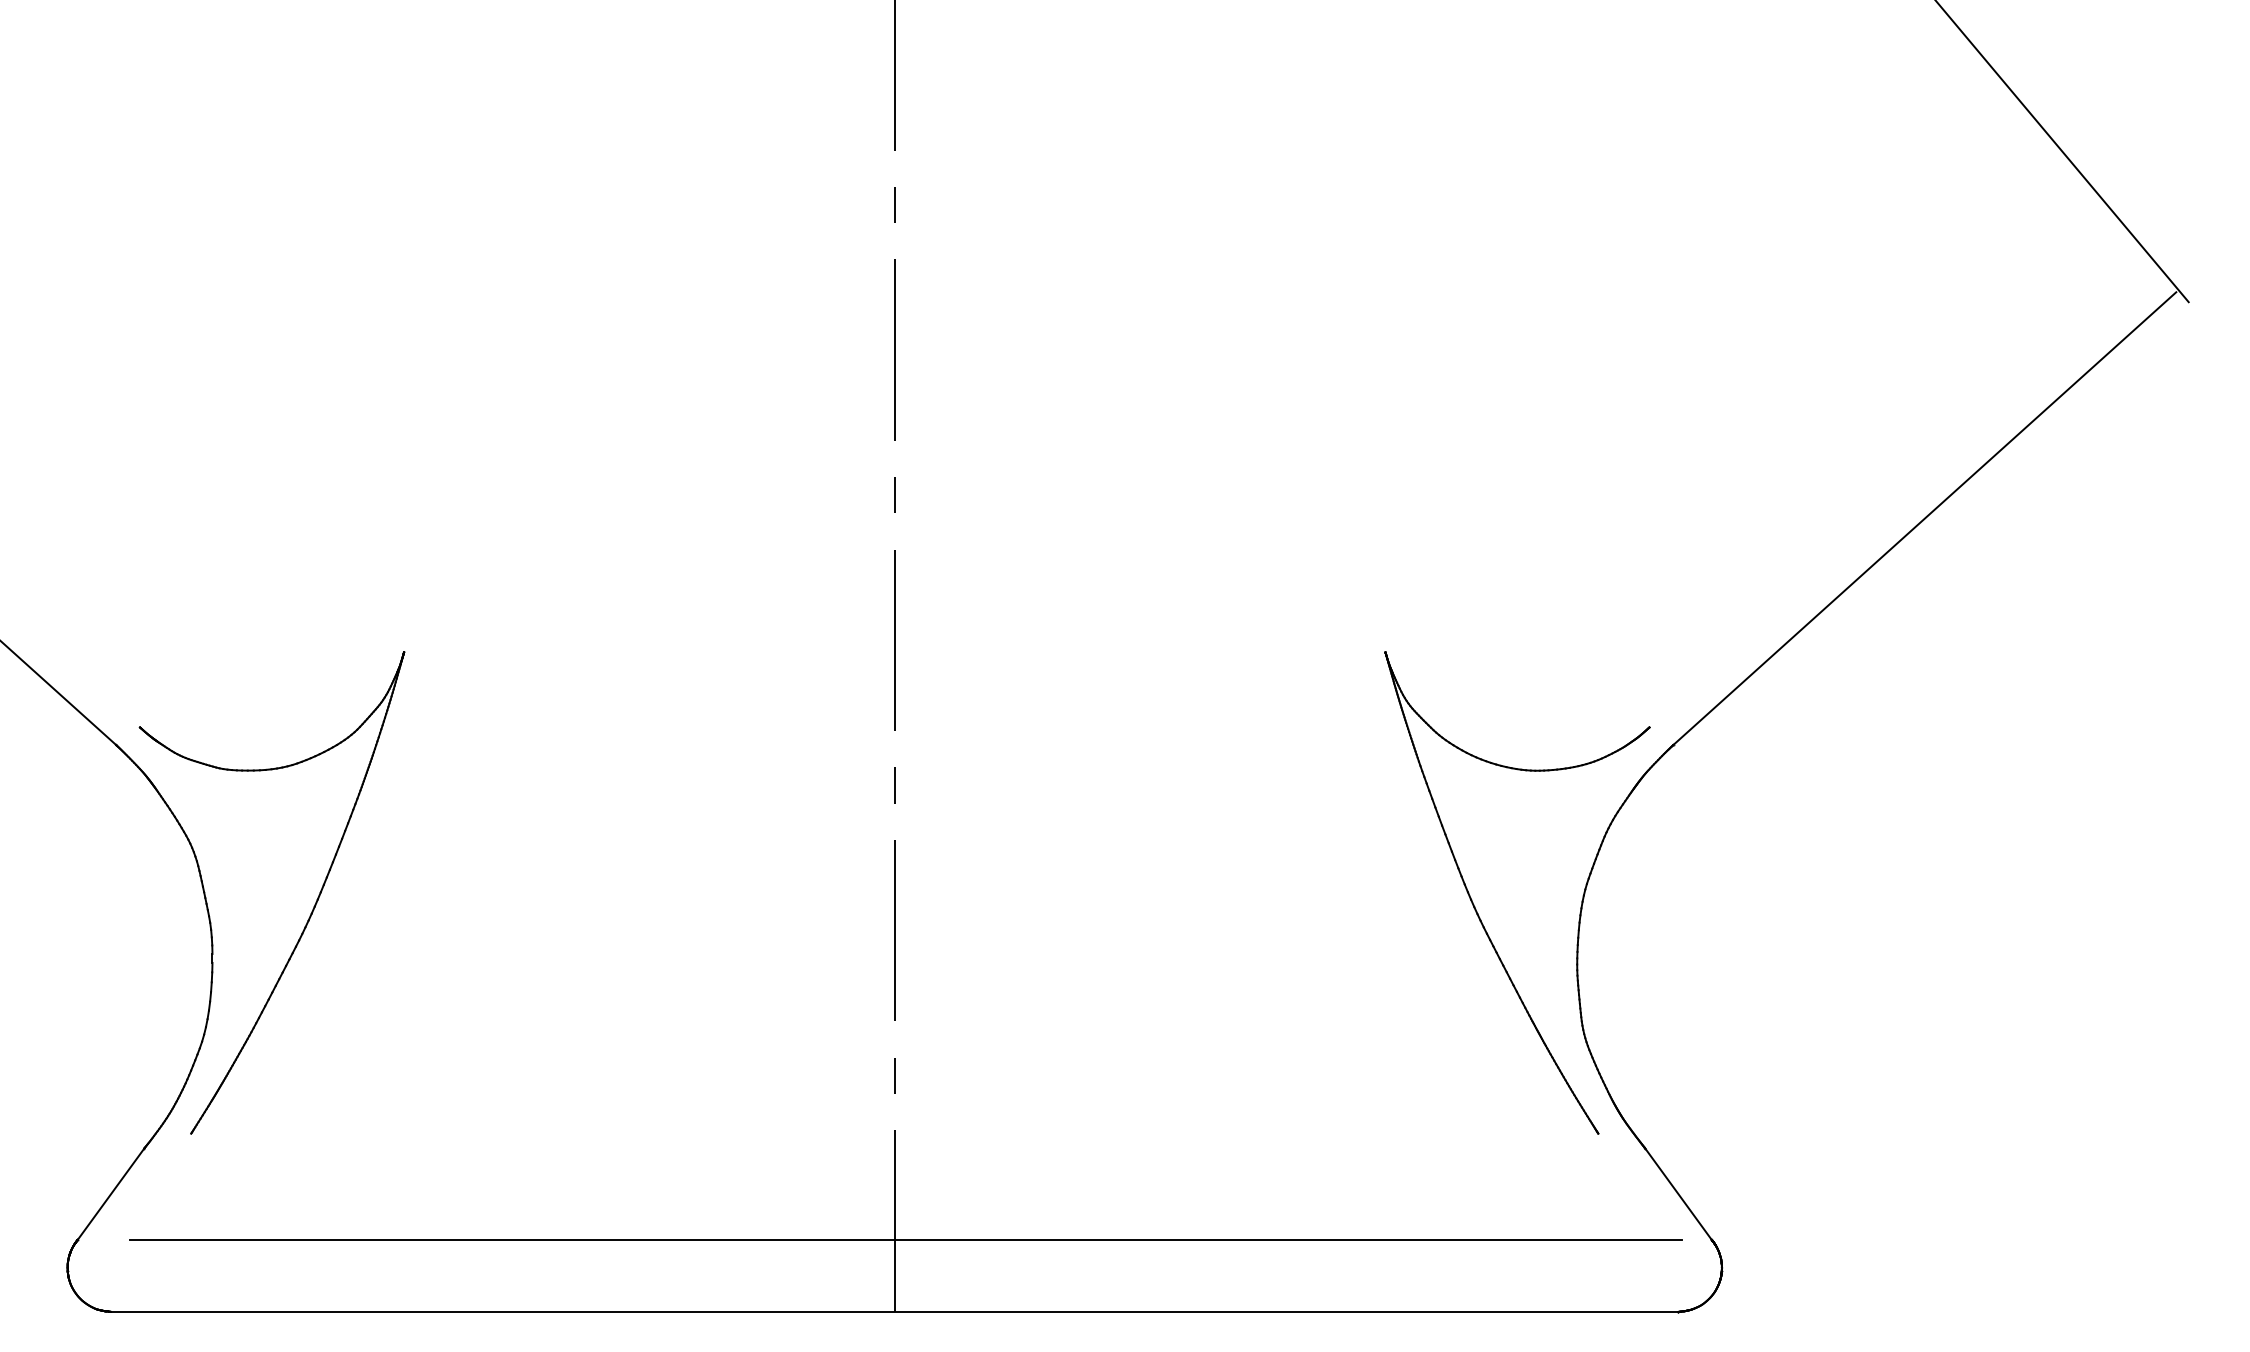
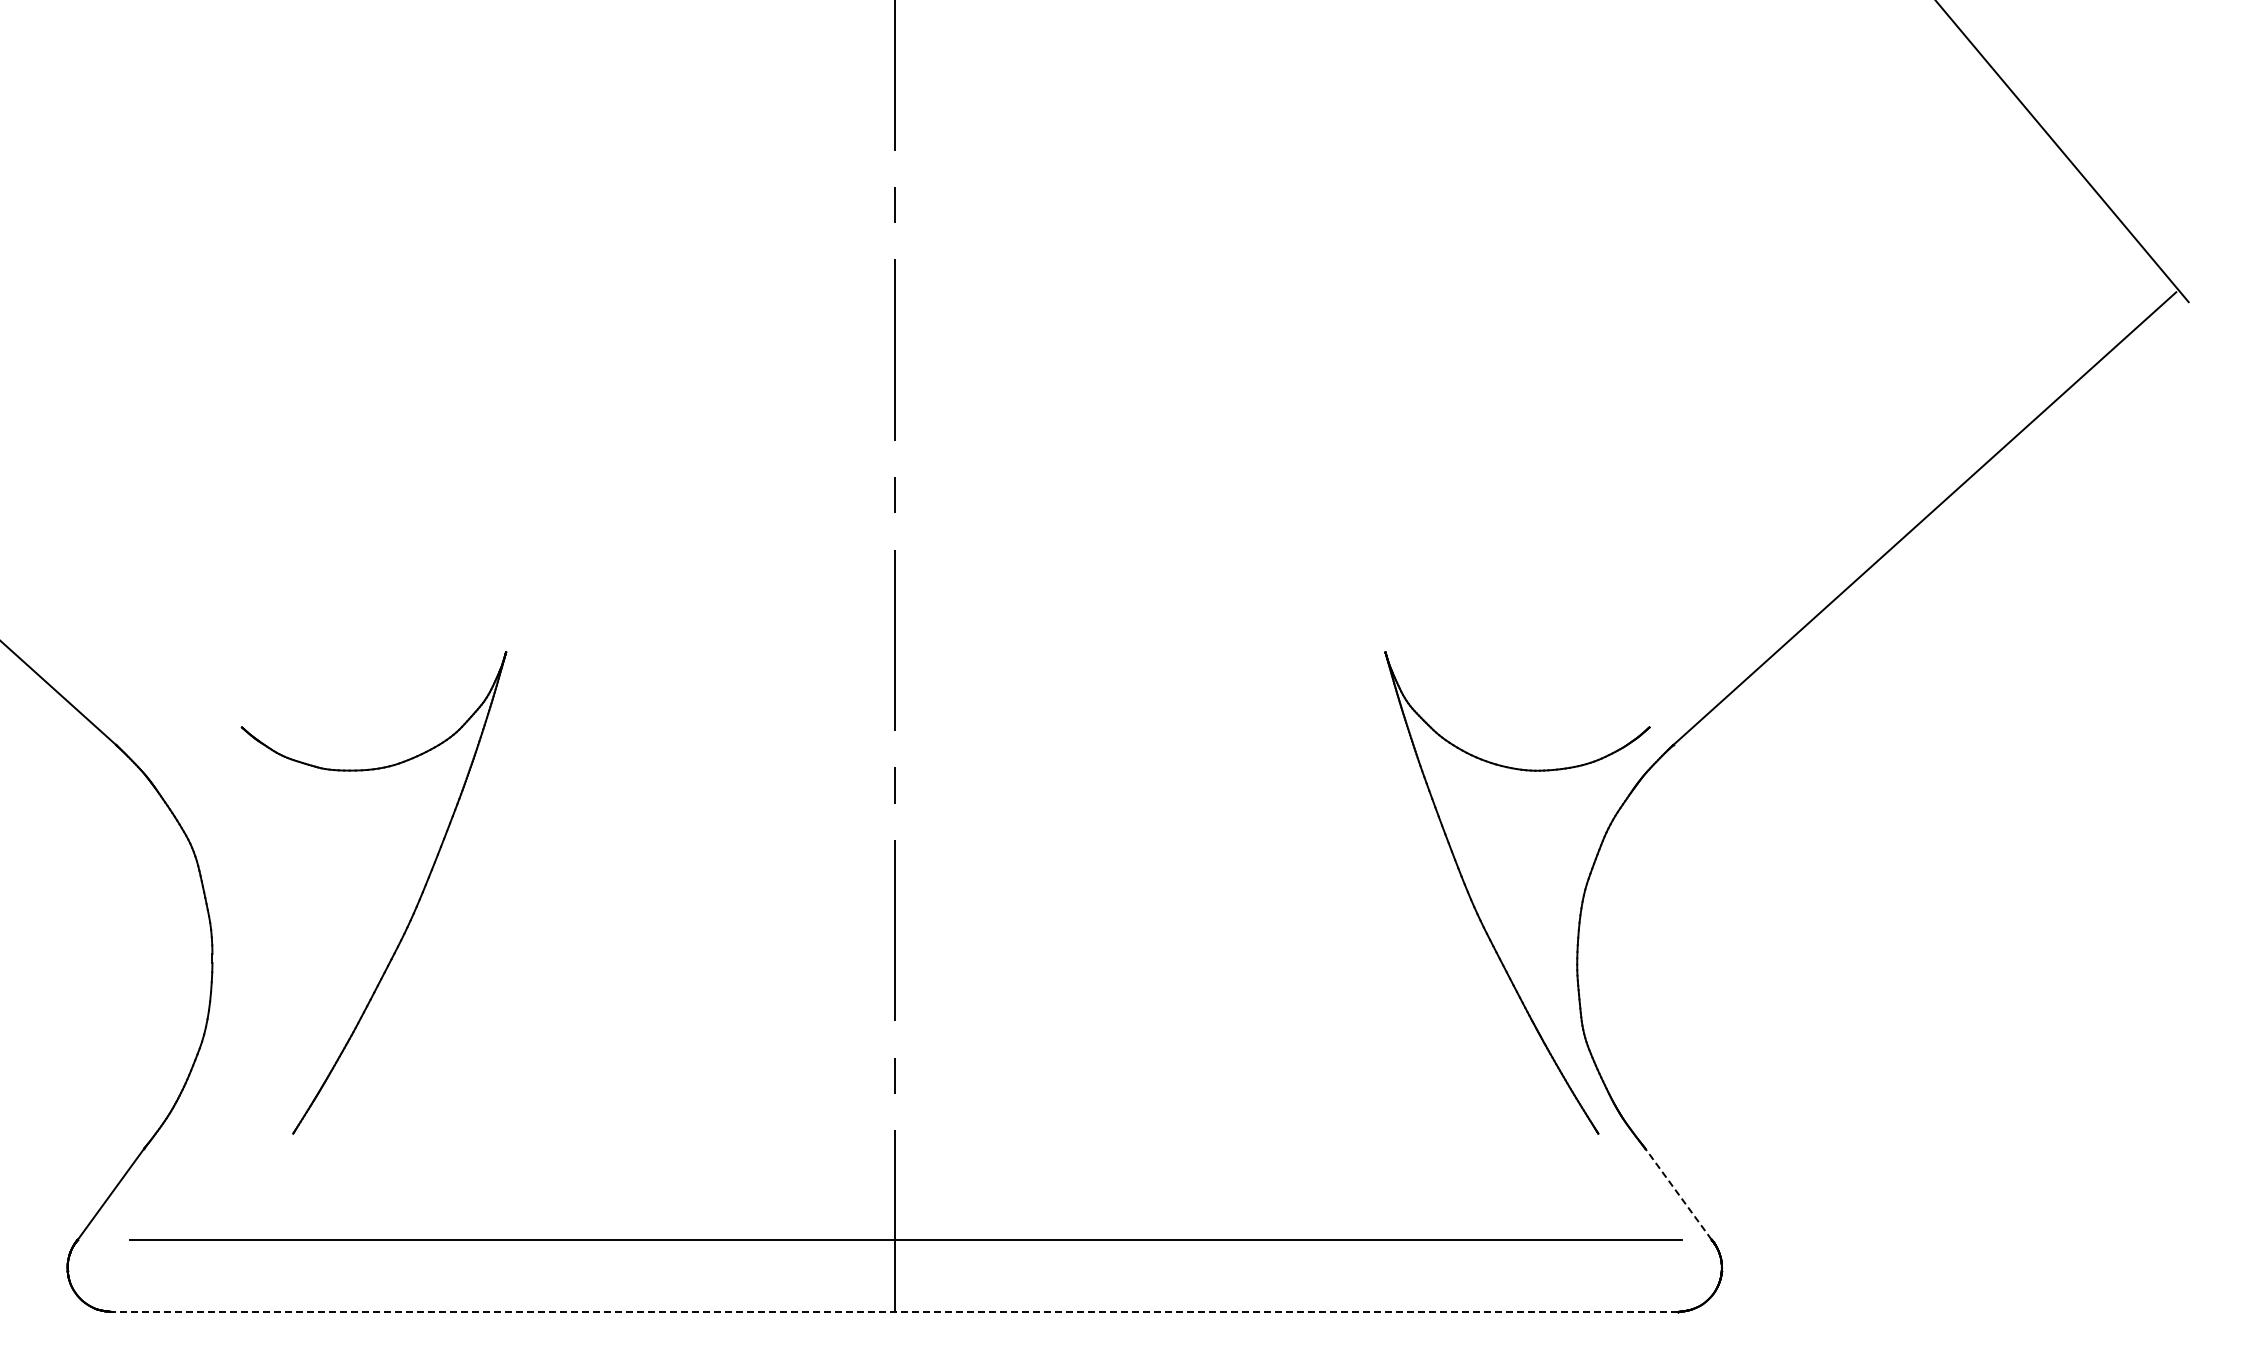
part at (313, 906) position: (313, 906) -> (415, 906)
line at (1678, 1193): solid -> dashed
line at (894, 1311): solid -> dashed
